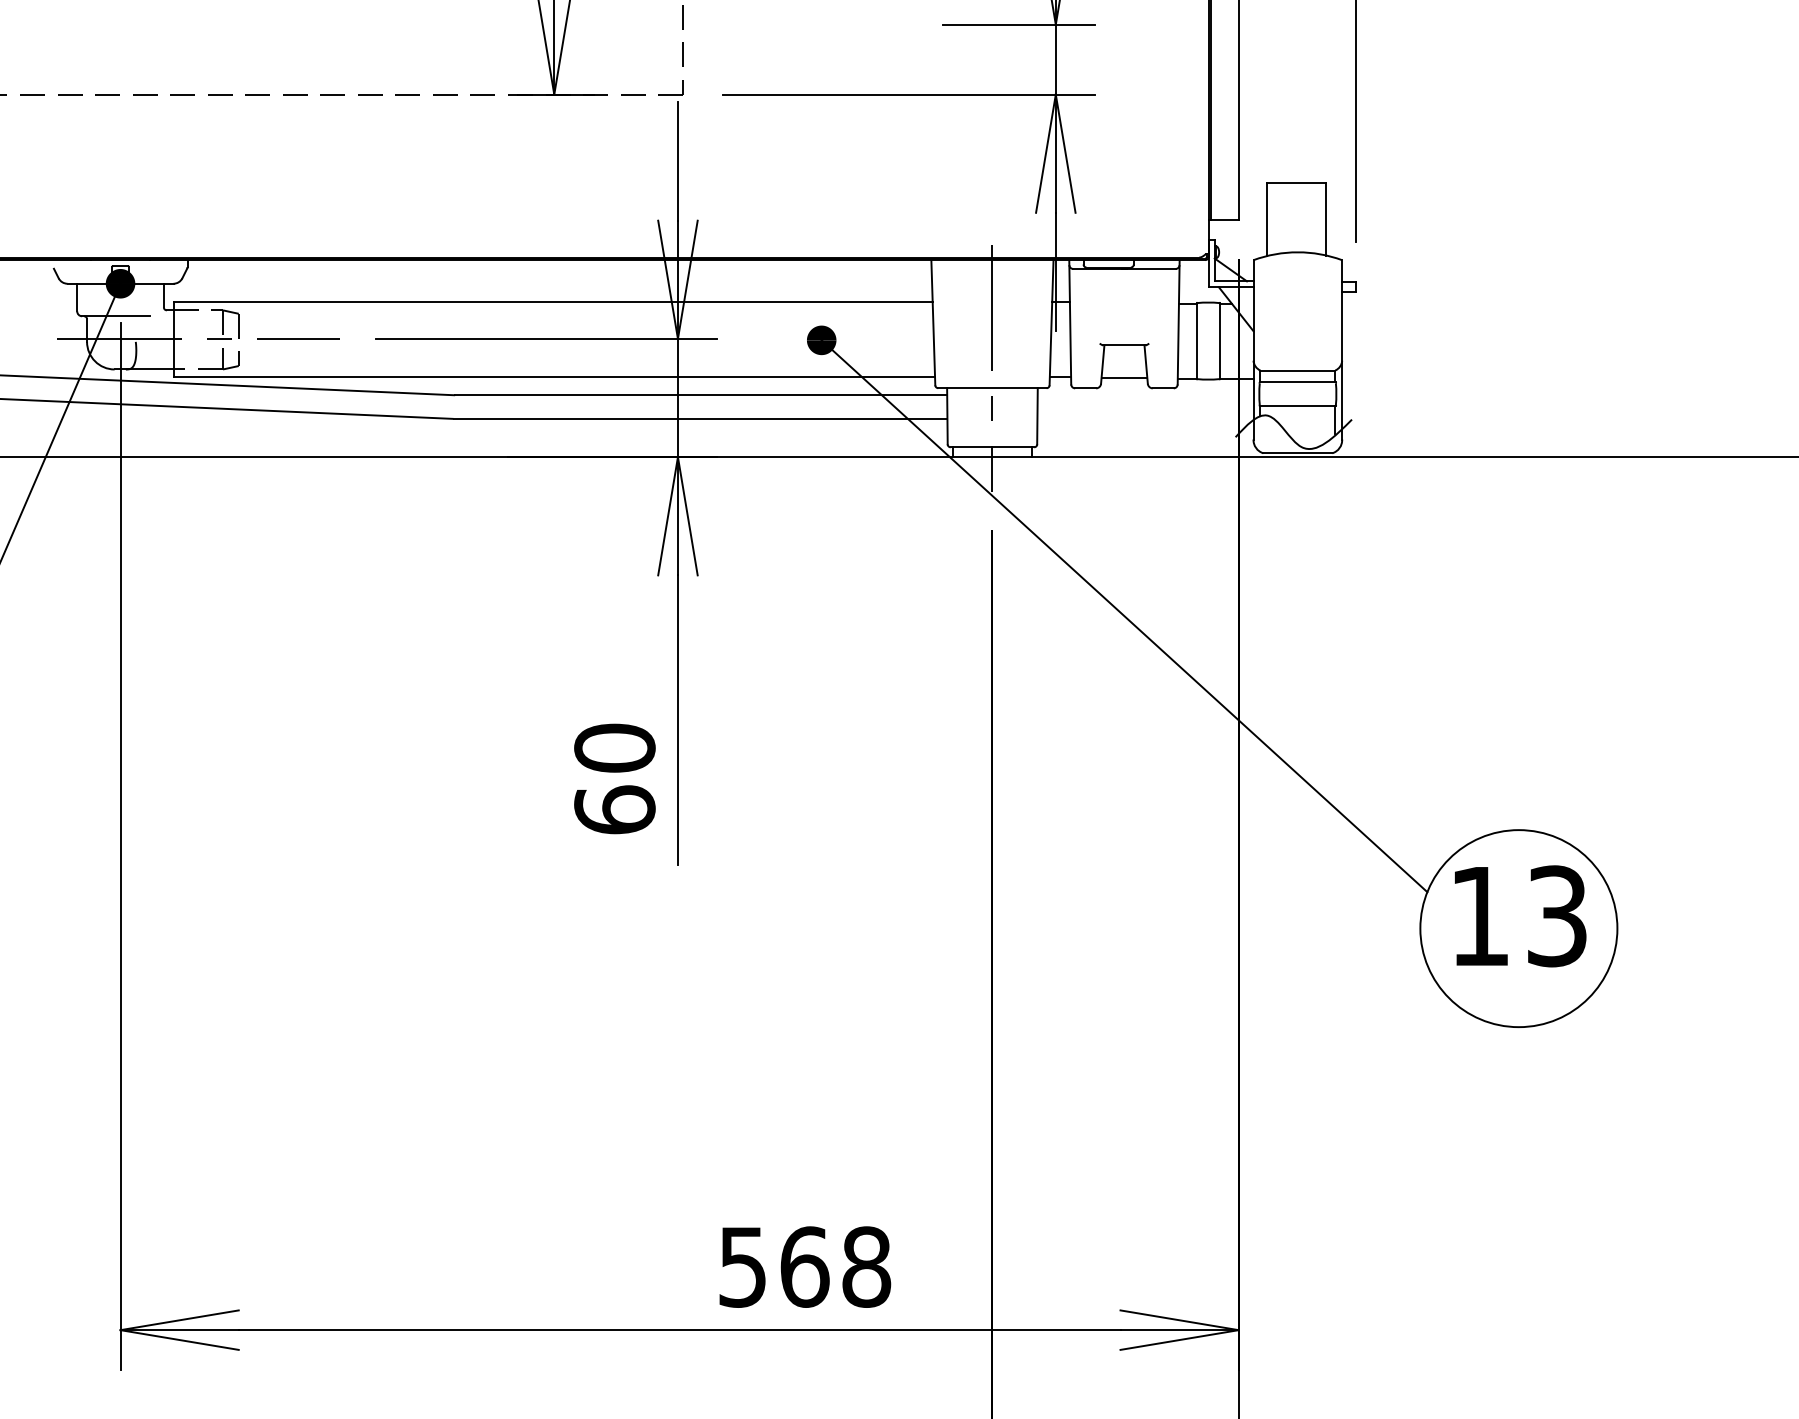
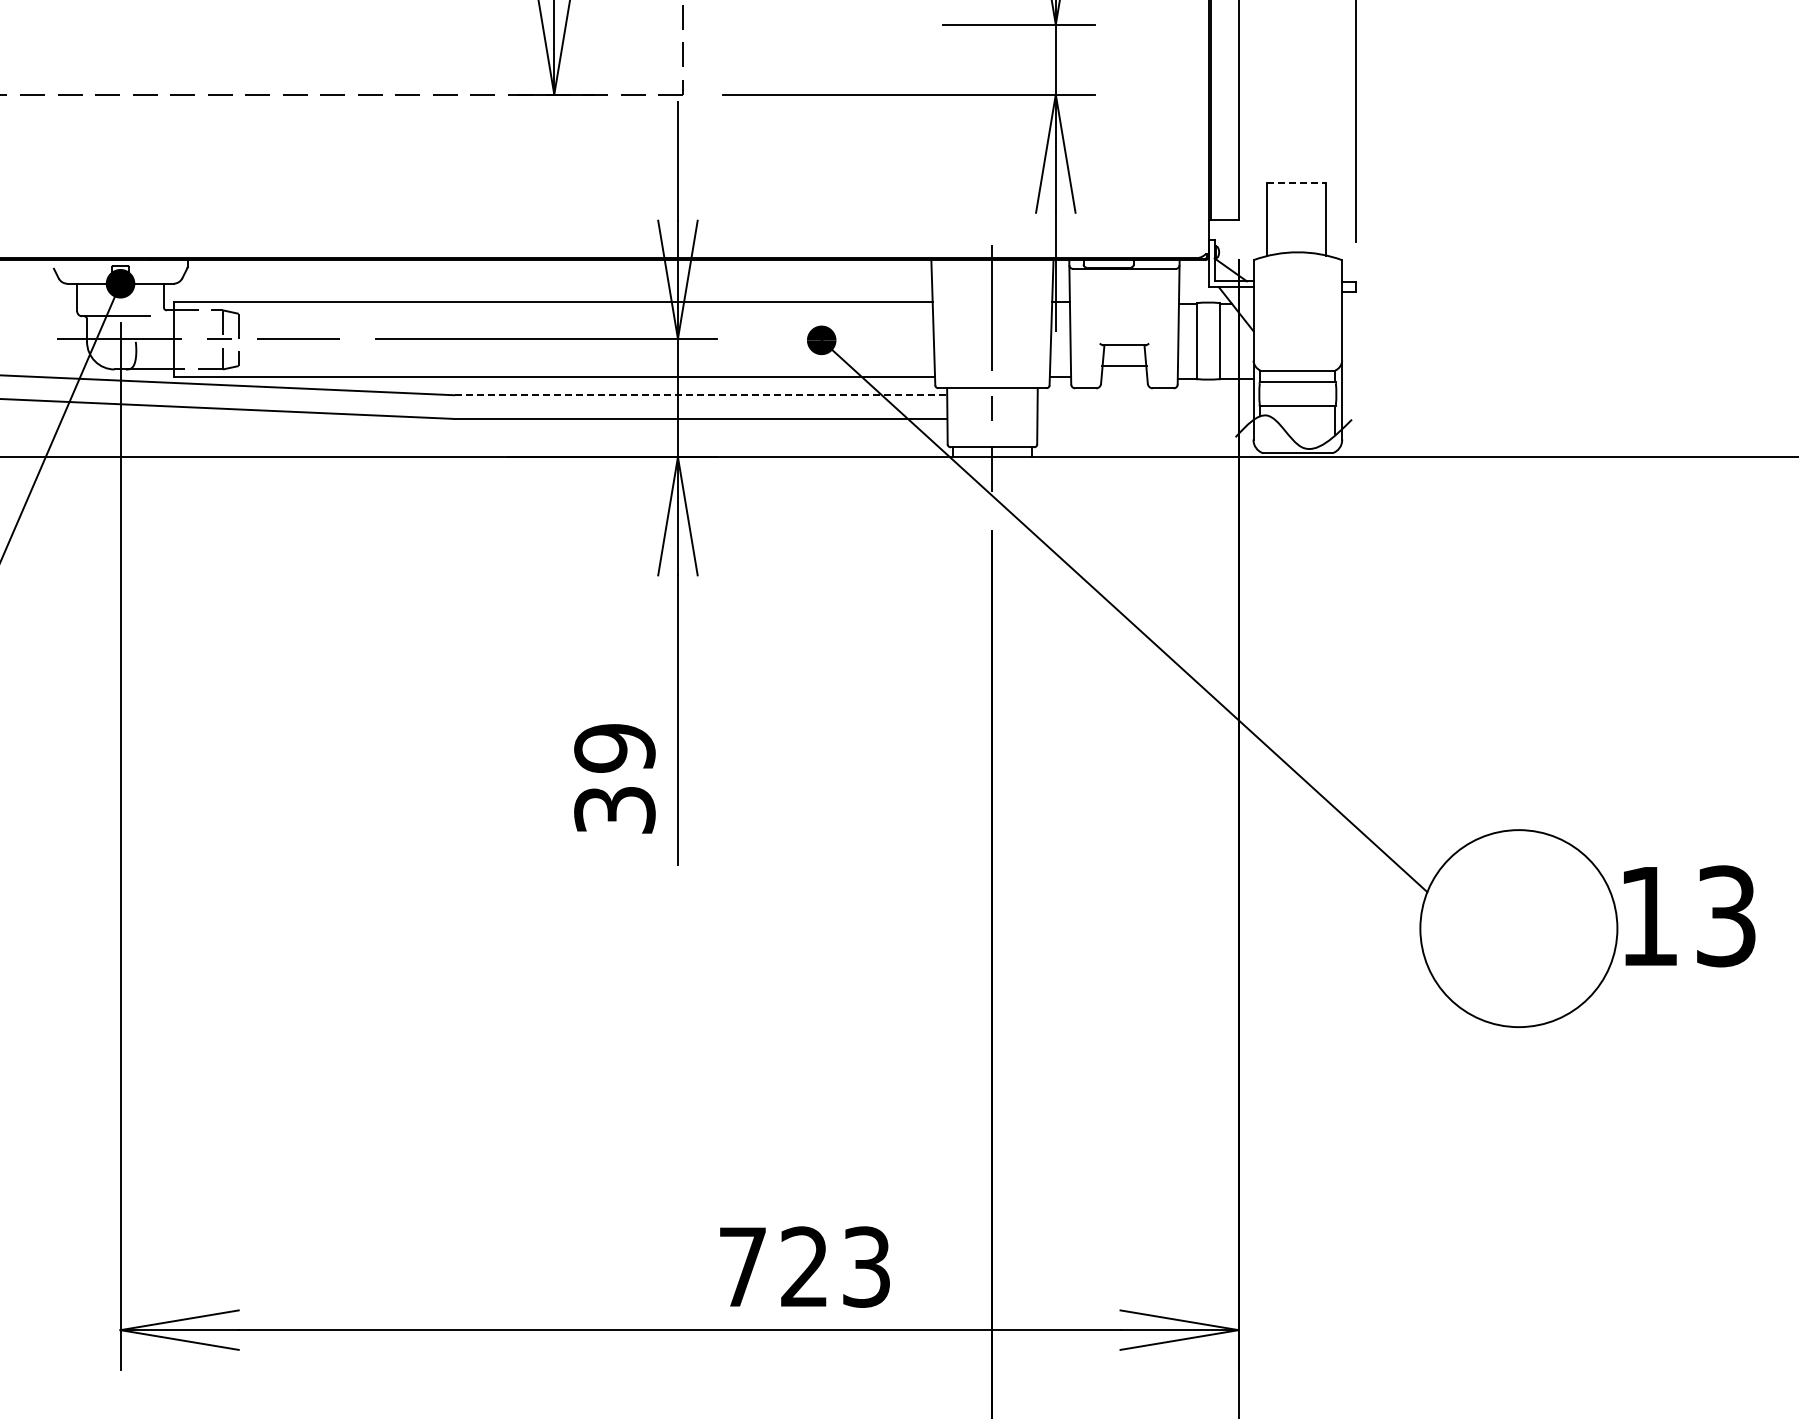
line at (1296, 183): solid -> dashed
line at (1124, 378) position: (1124, 378) -> (1124, 366)
line at (701, 395): solid -> dashed
text at (614, 778): 60 -> 39
text at (1520, 916) position: (1520, 916) -> (1689, 916)
text at (805, 1266): 568 -> 723
